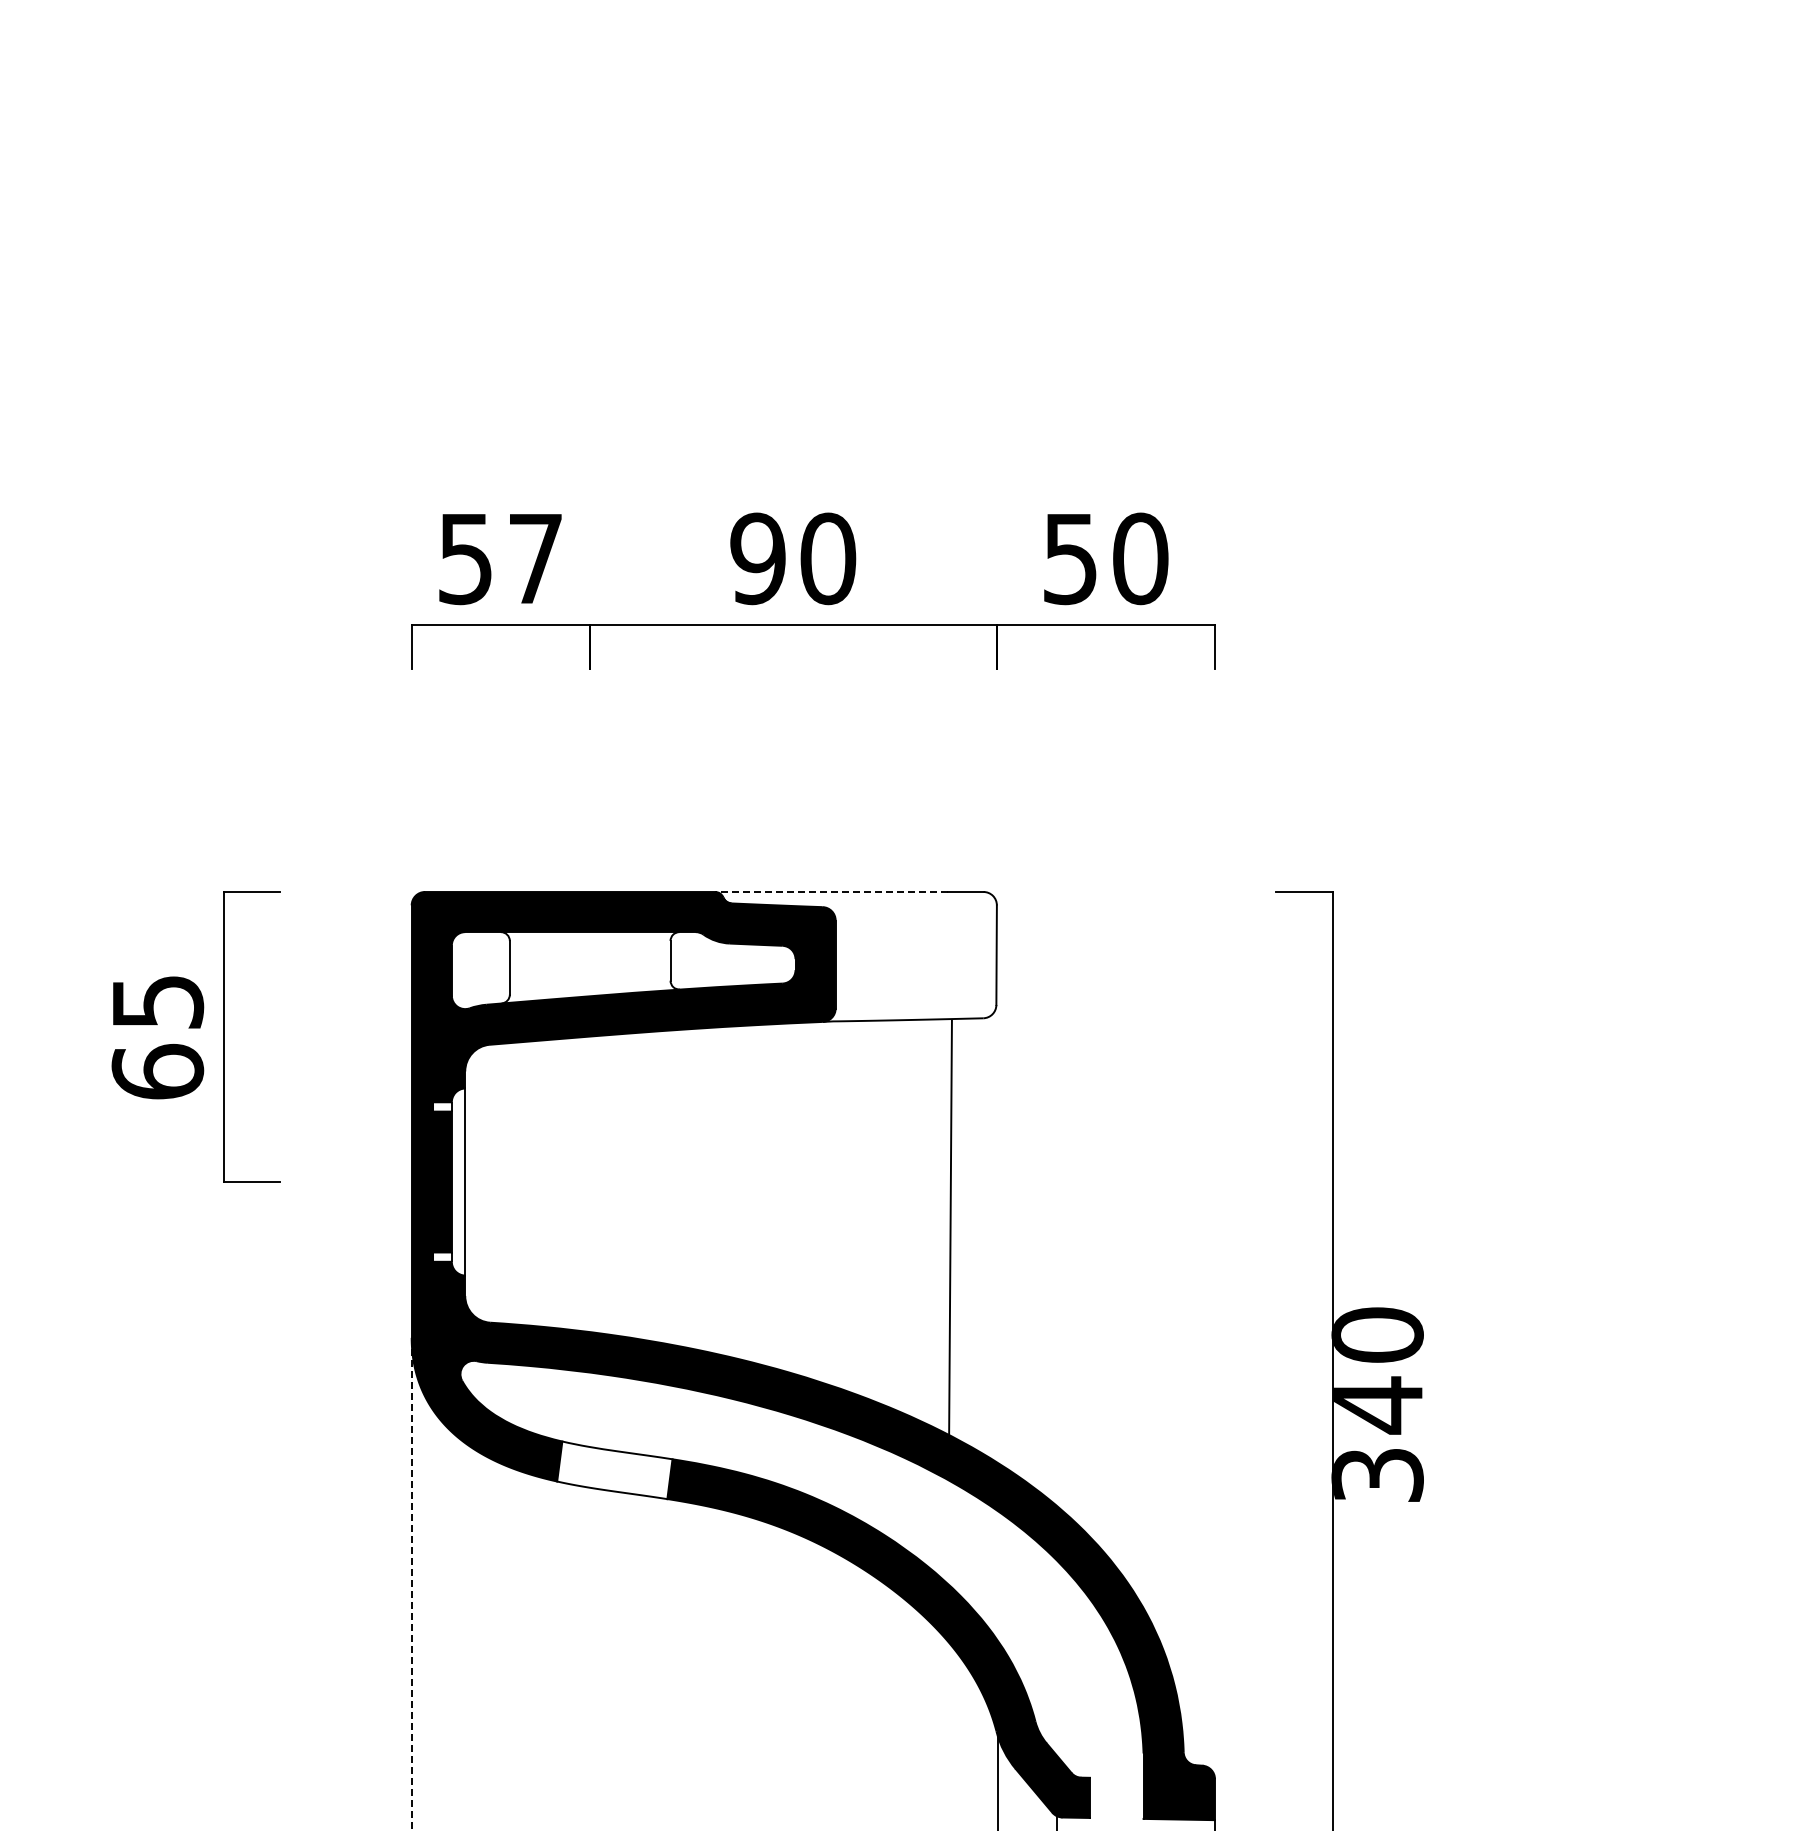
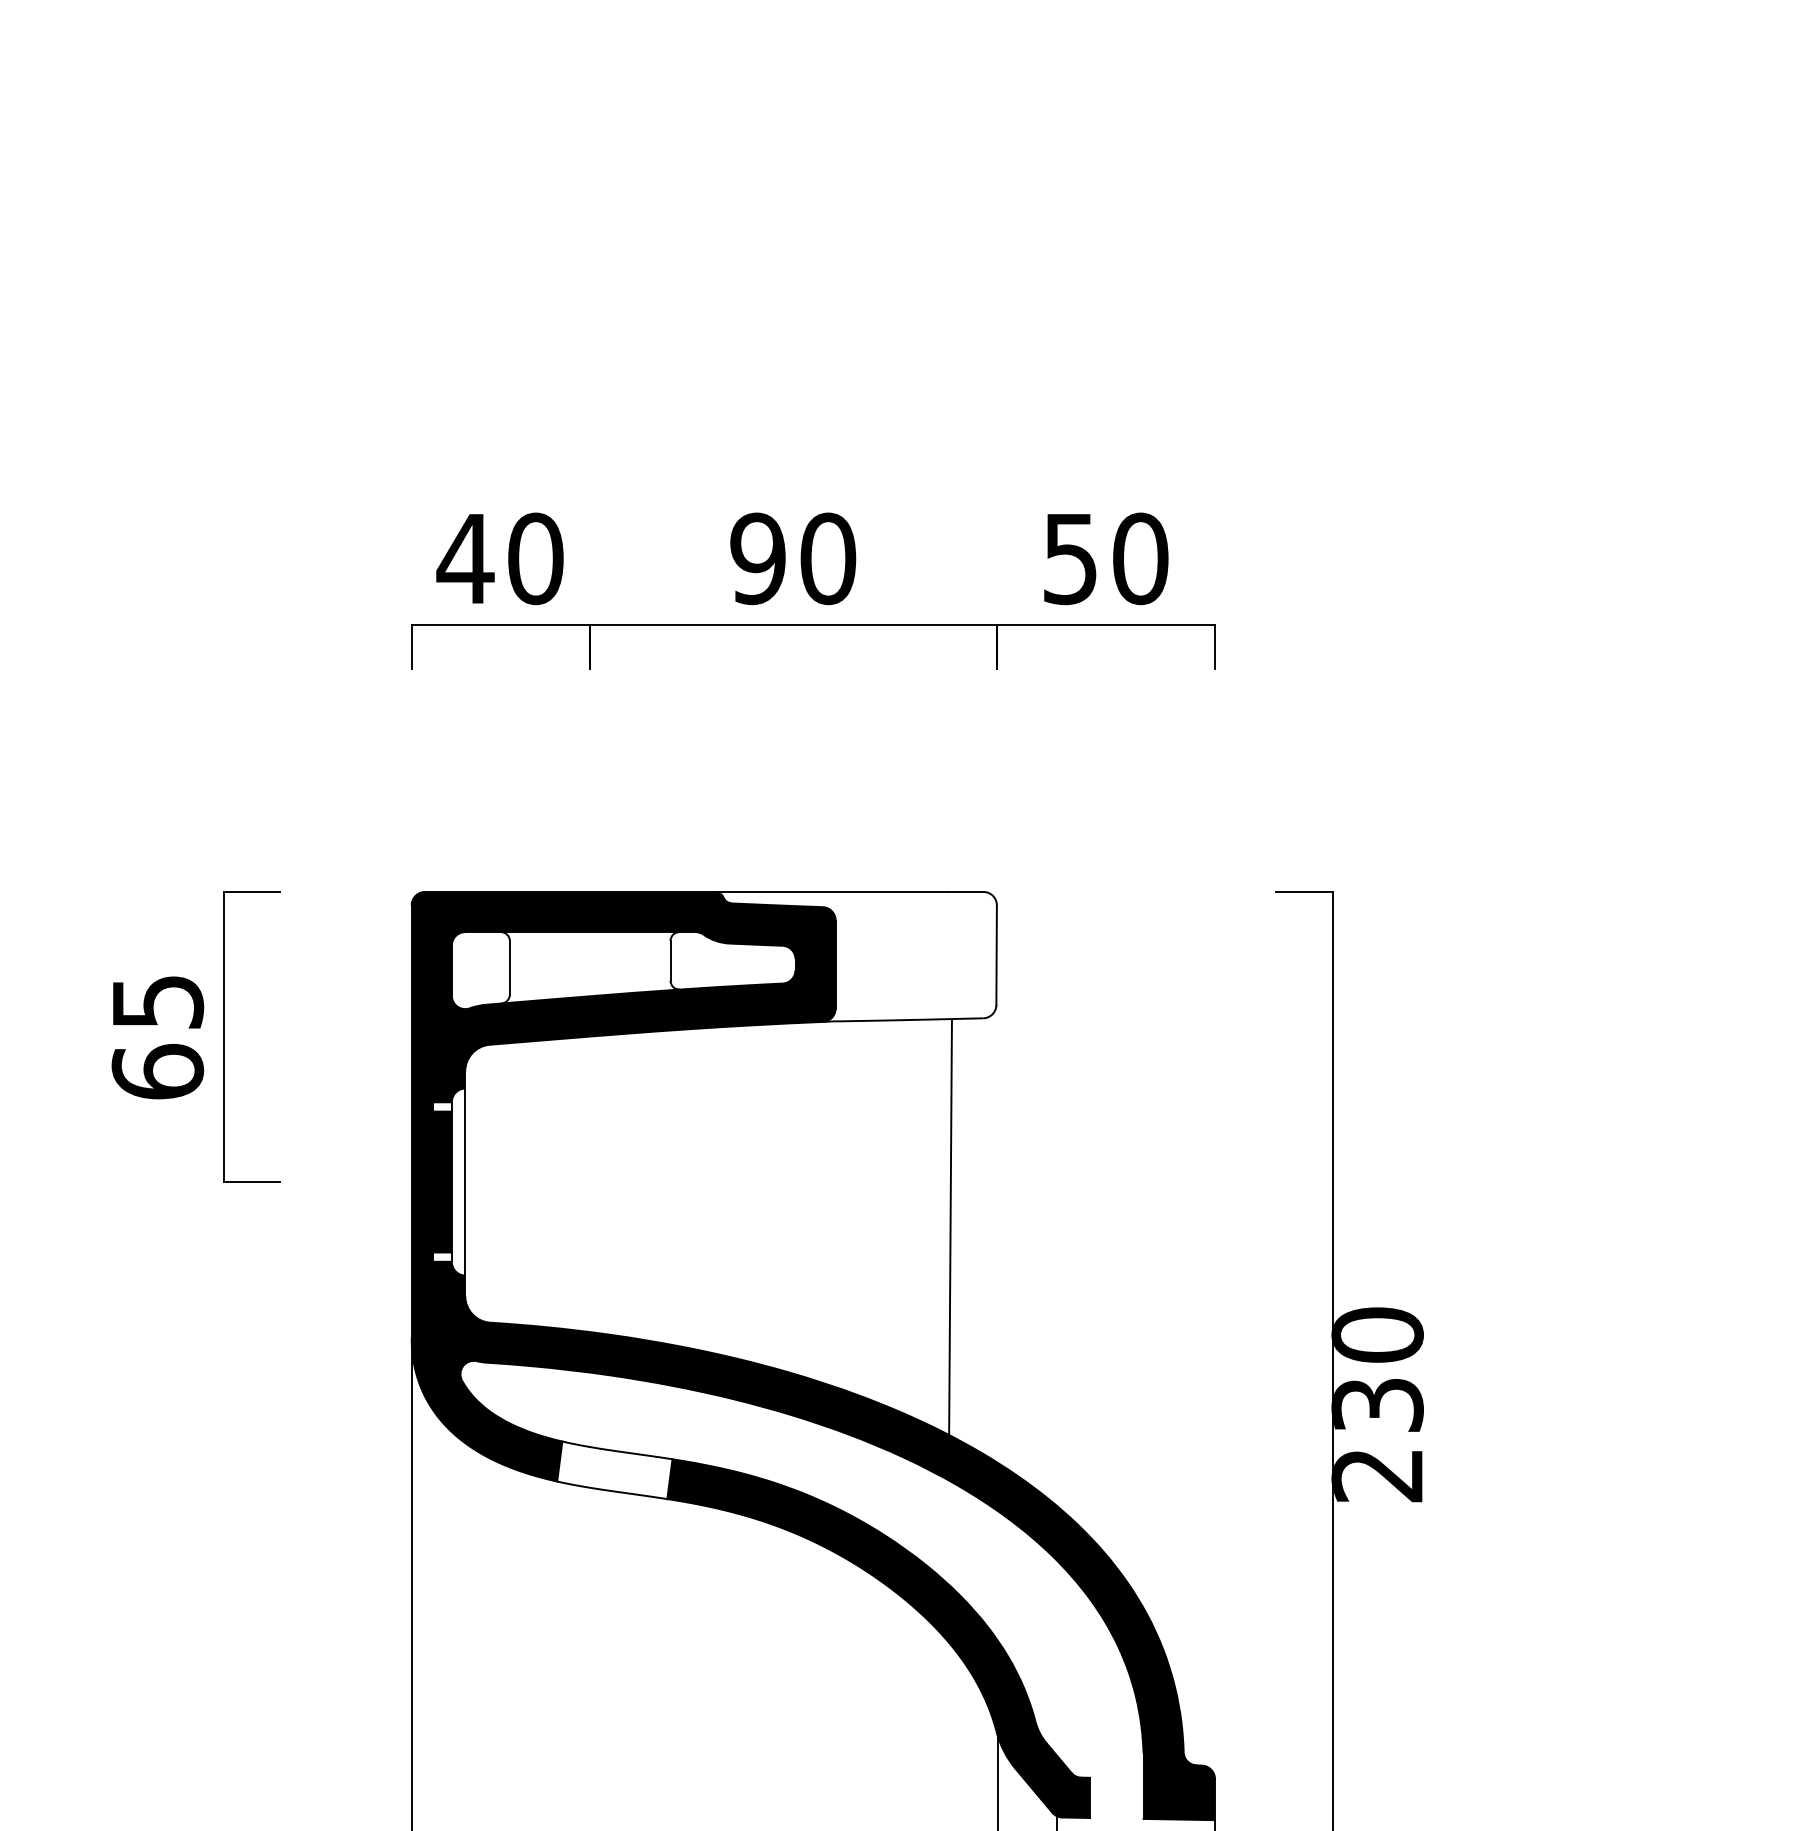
text at (499, 558): 57 -> 40
line at (831, 891): dashed -> solid
text at (1377, 1439): 340 -> 230
line at (411, 1584): dashed -> solid
